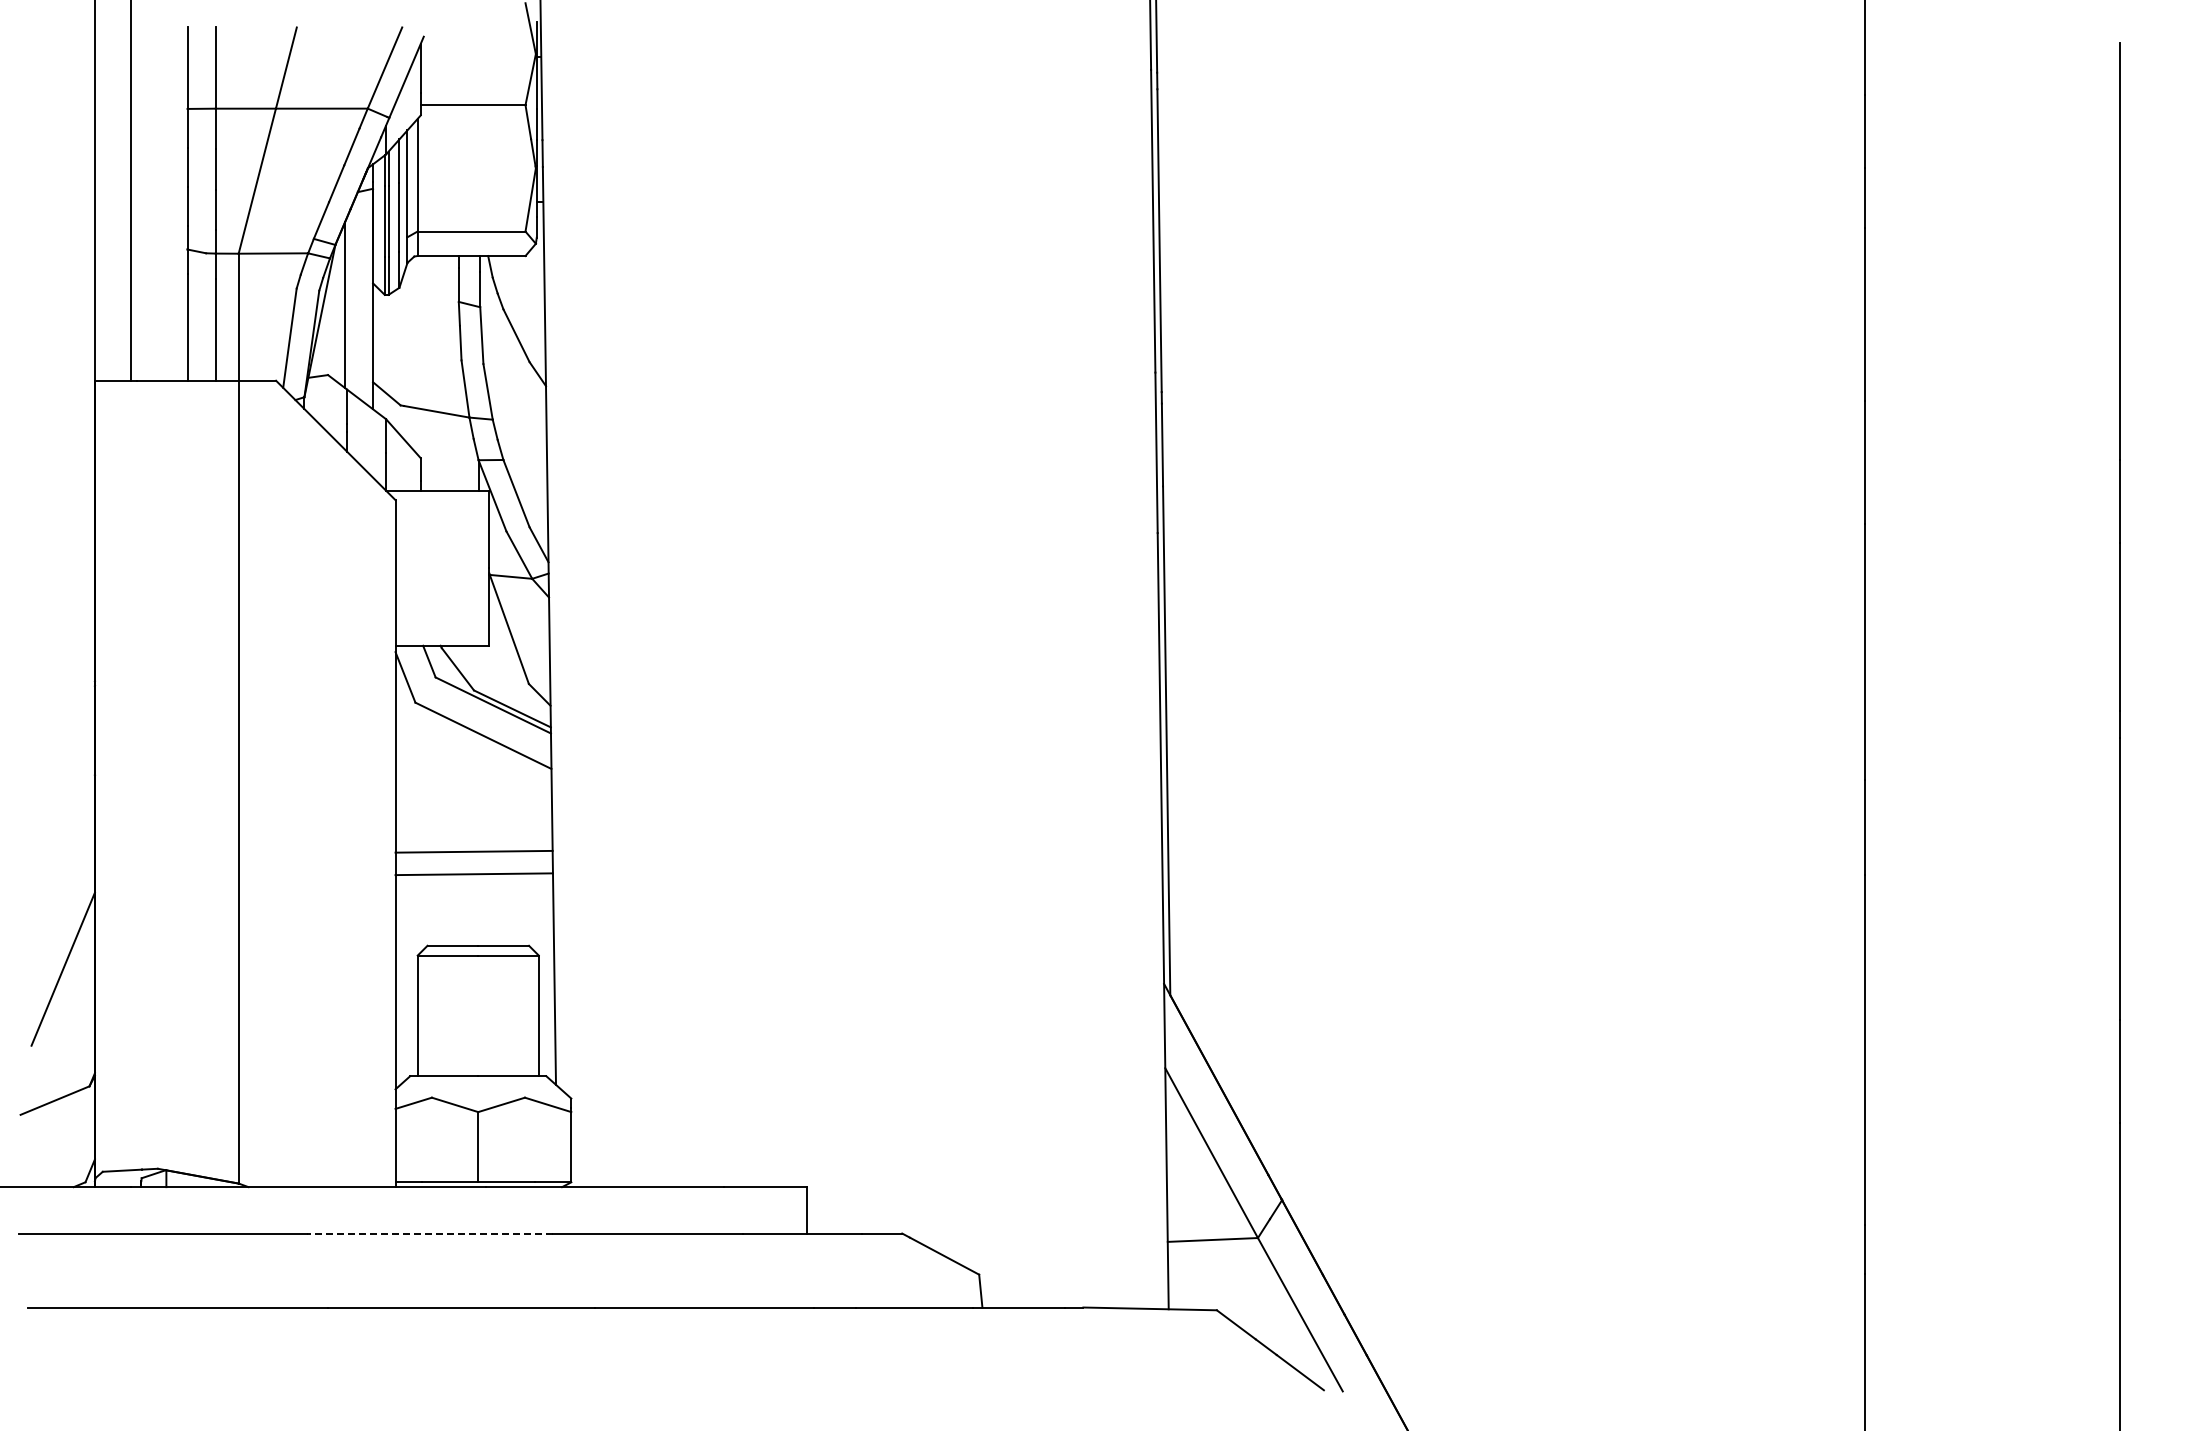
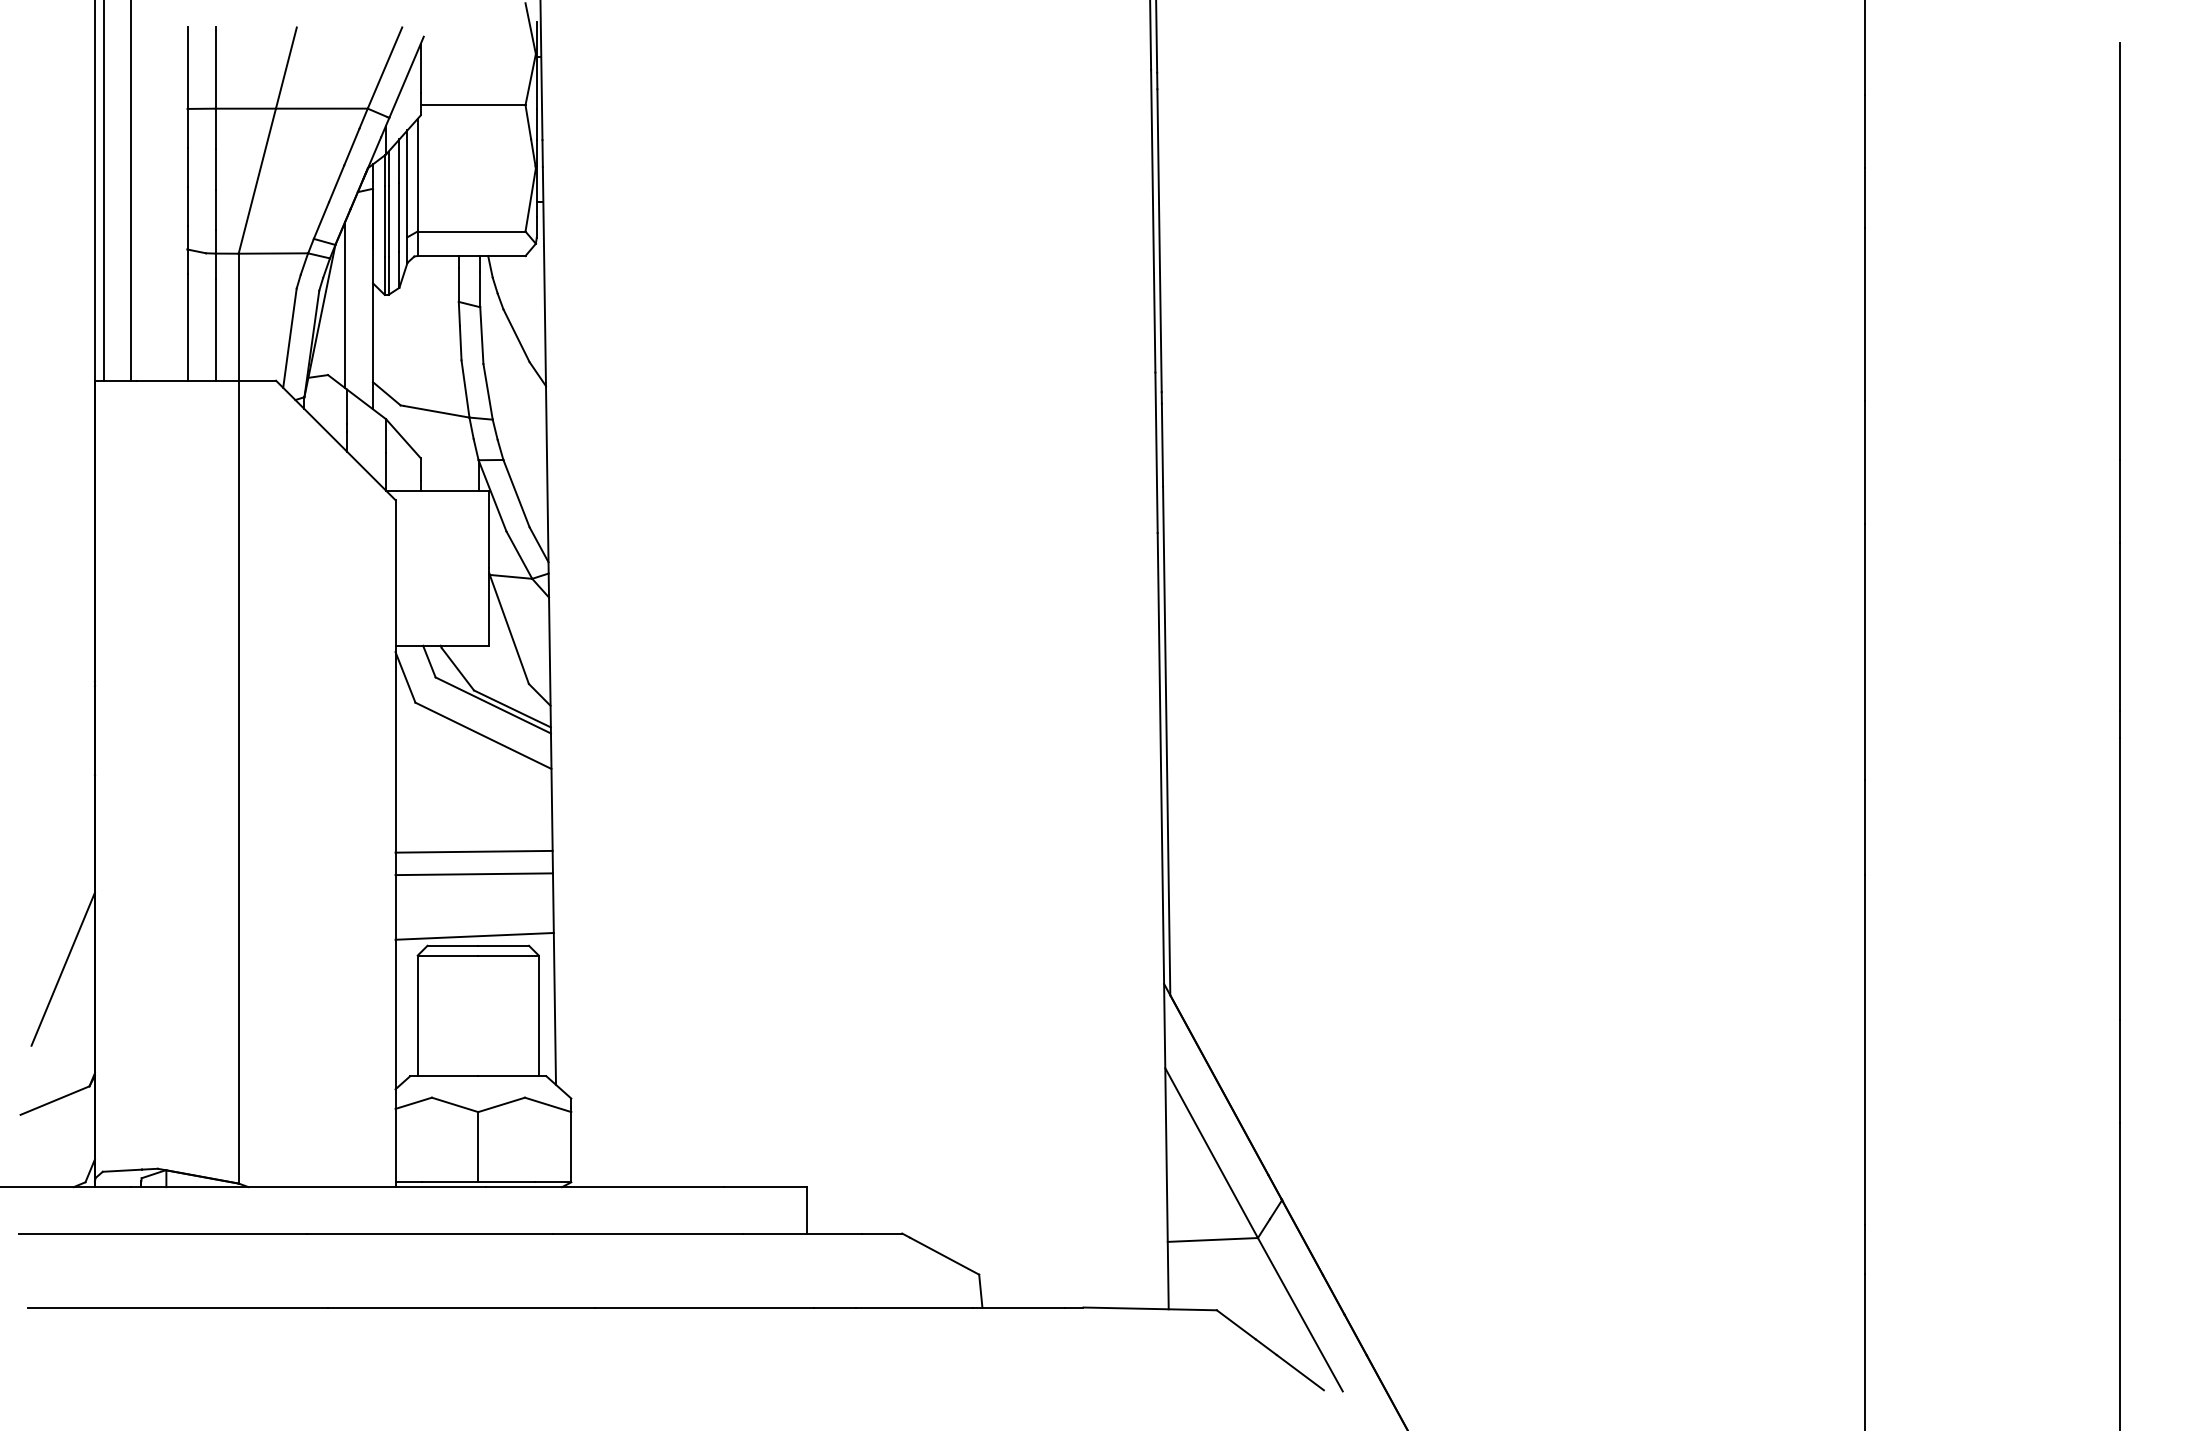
line at (104, 191): none -> present
line at (474, 935): none -> present
line at (429, 1233): dashed -> solid
